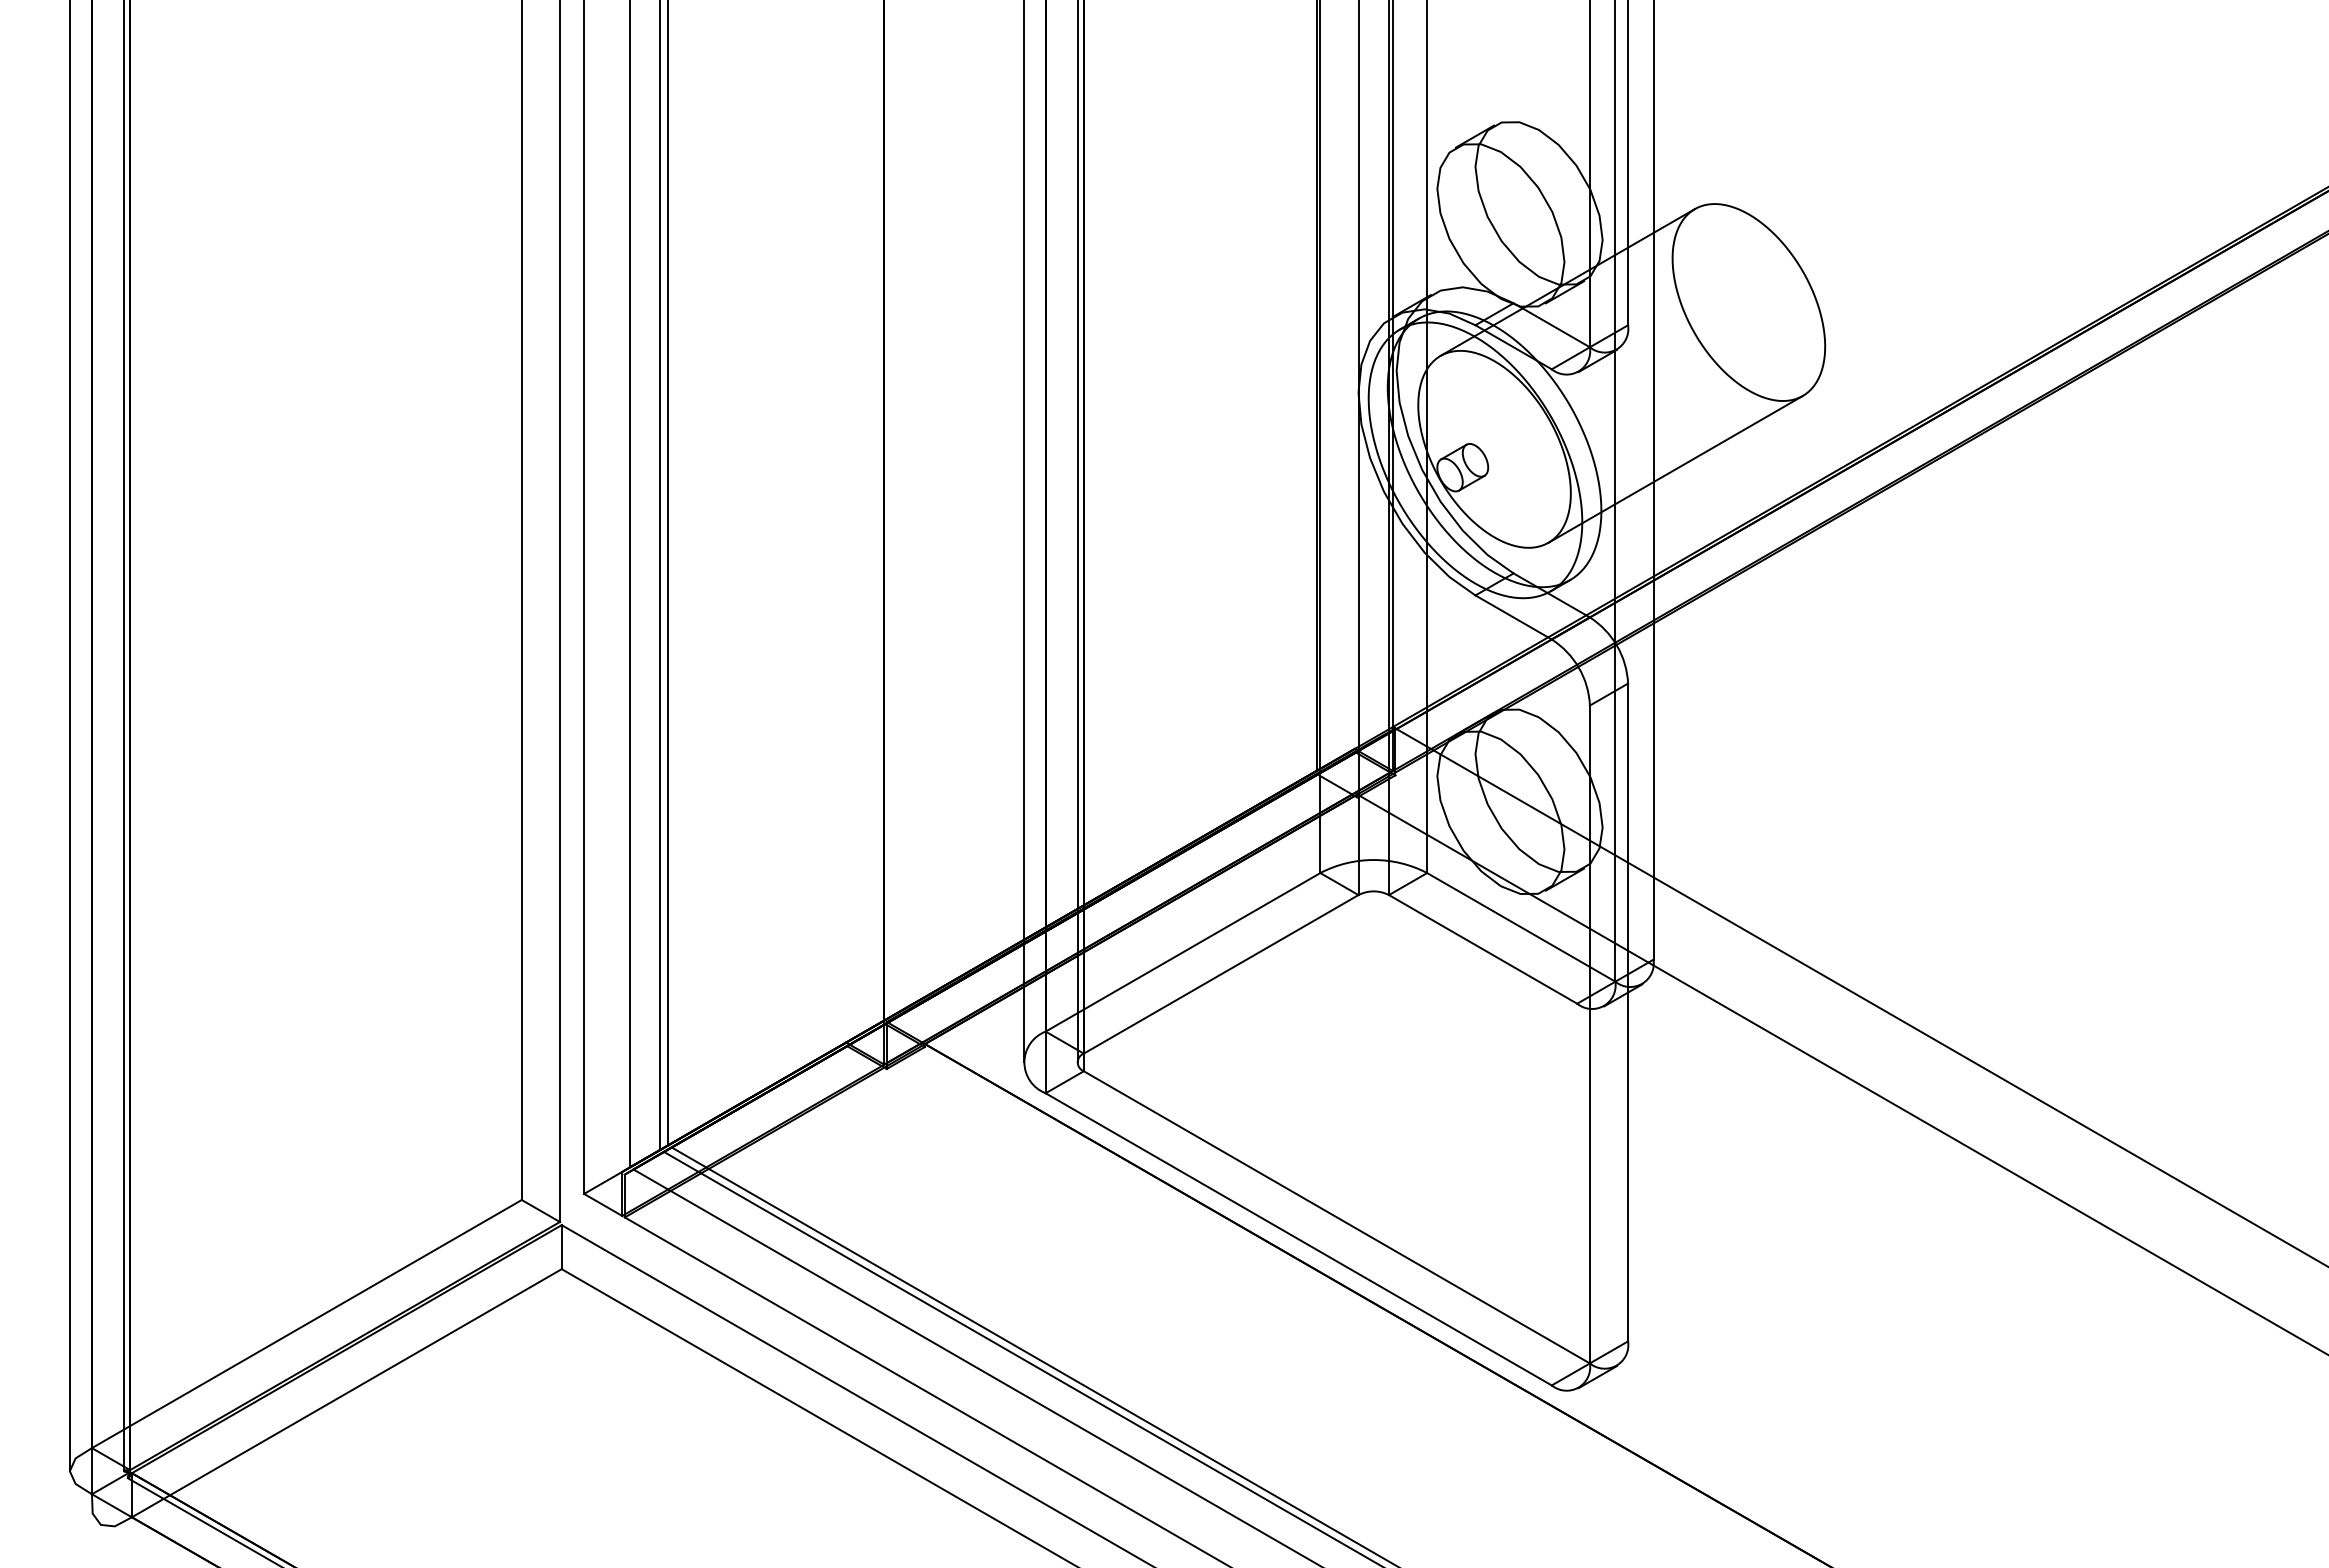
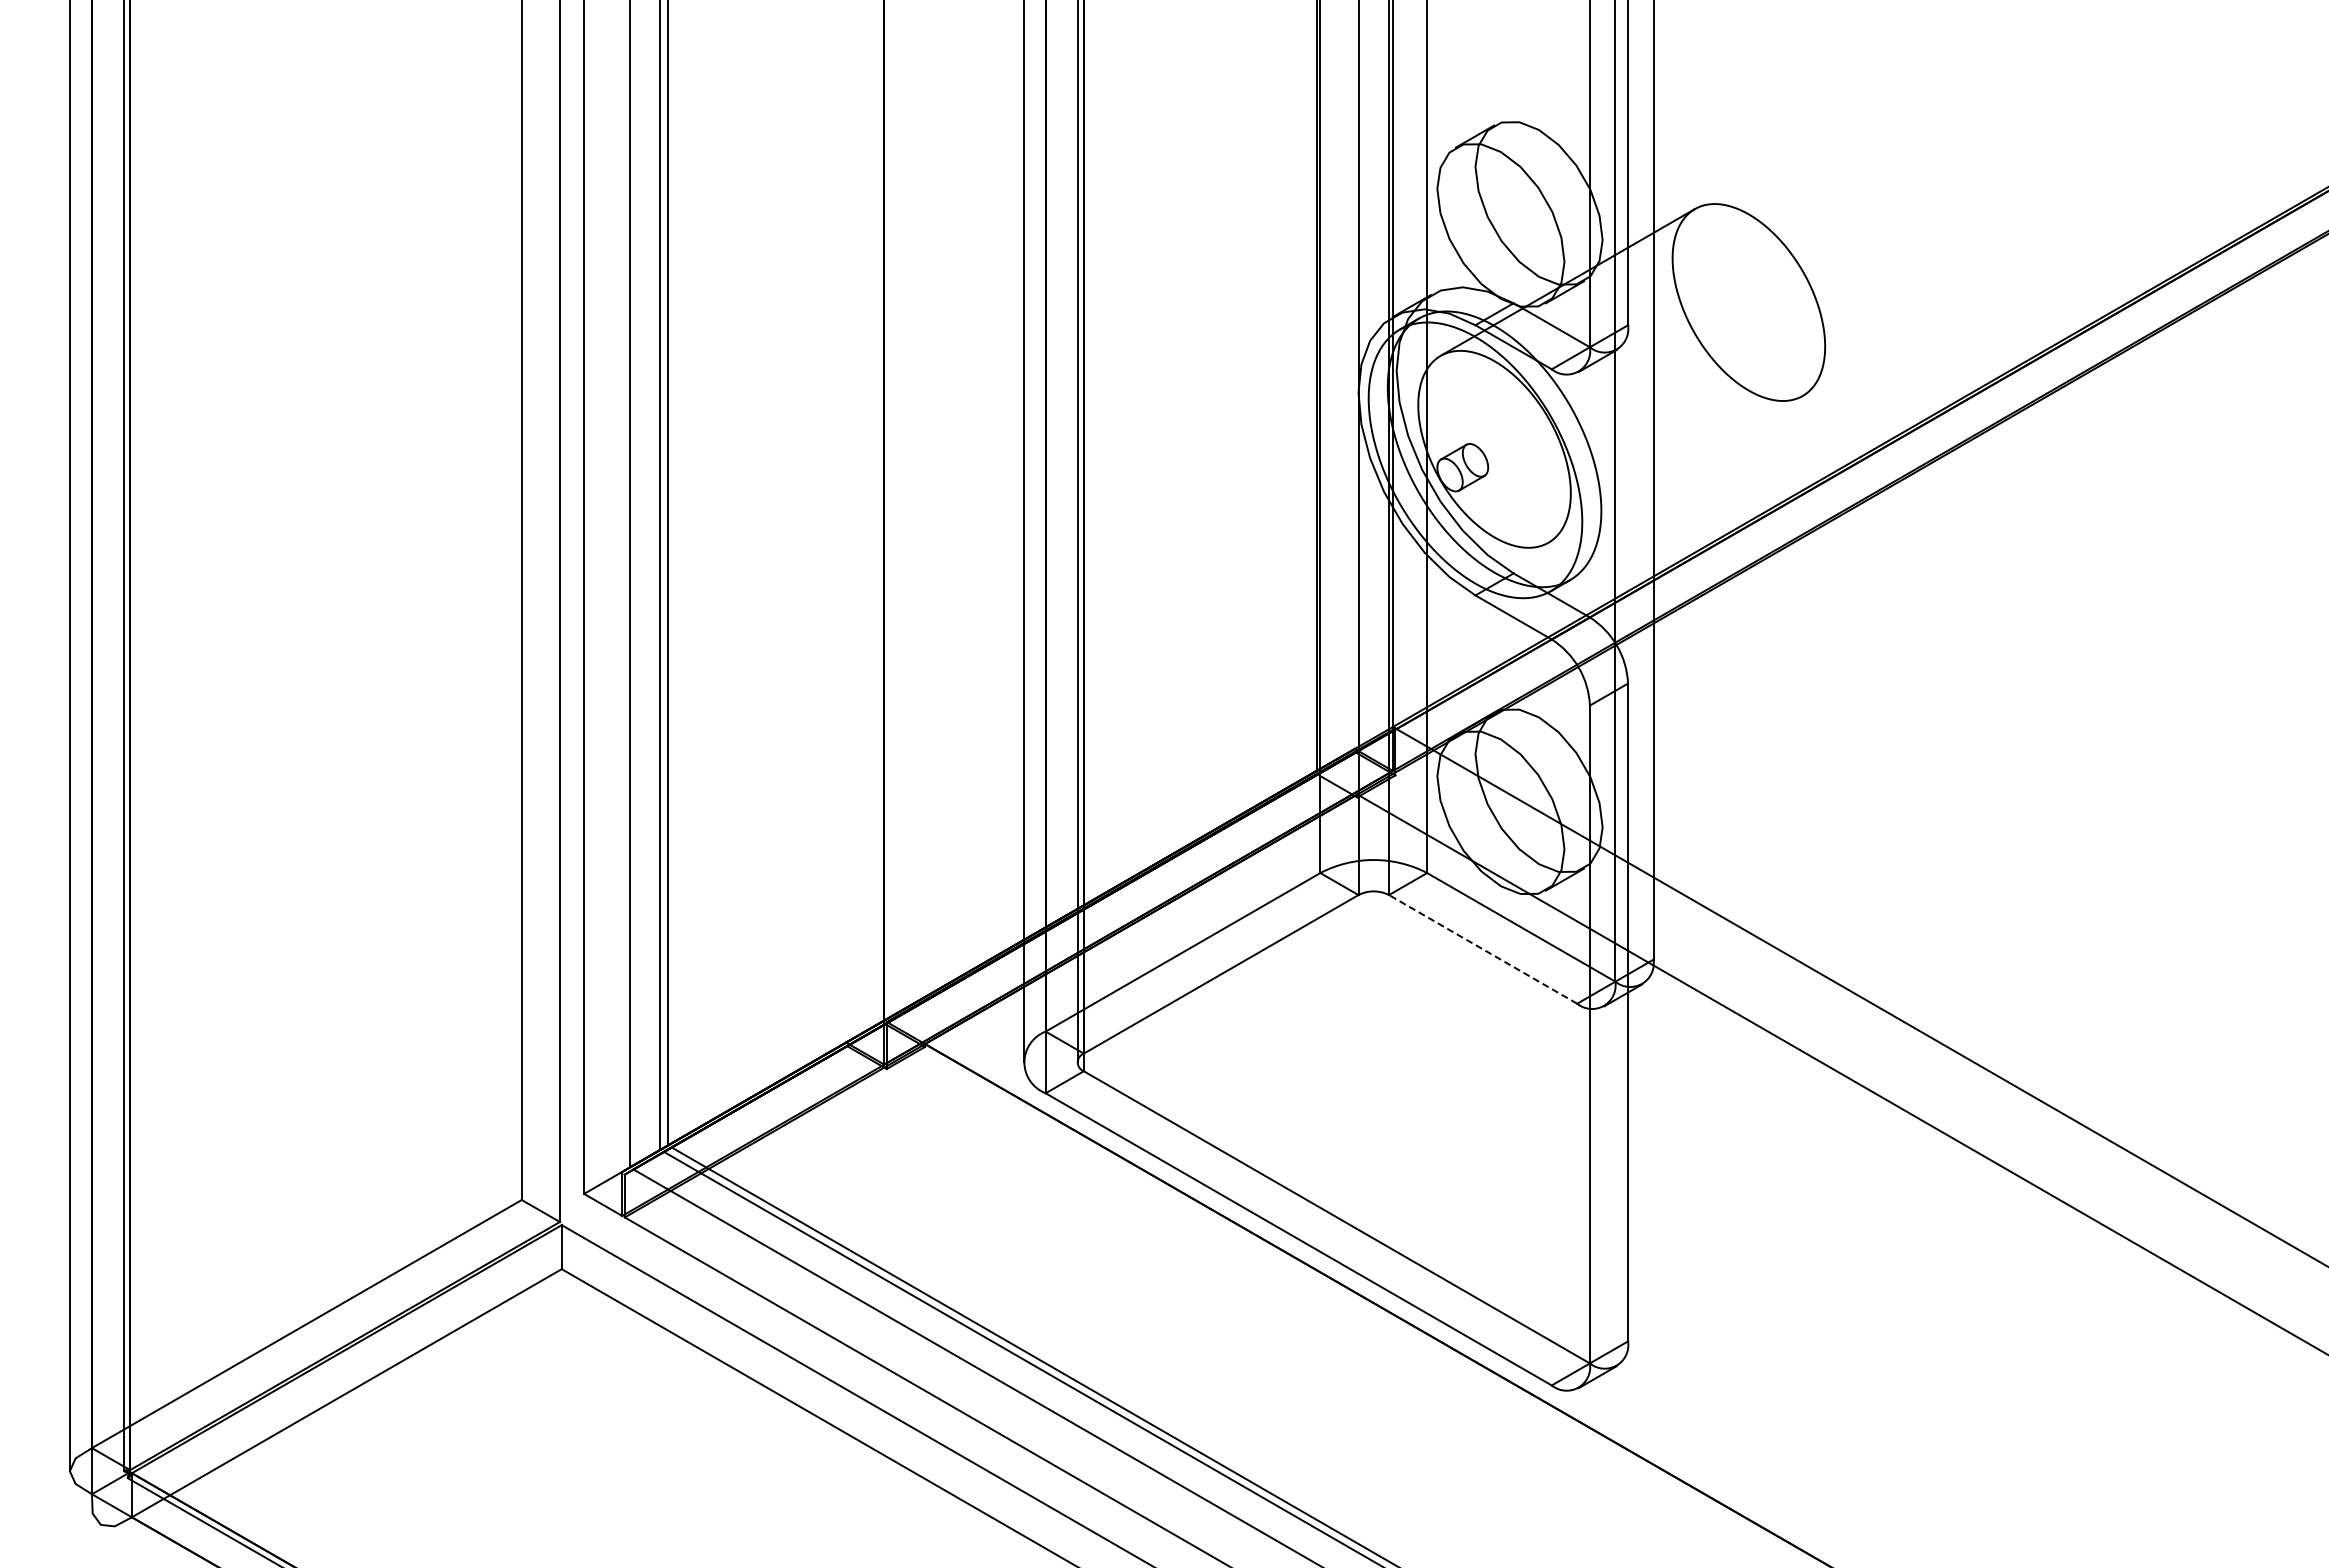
line at (1675, 468): present -> none
line at (1483, 949): solid -> dashed
